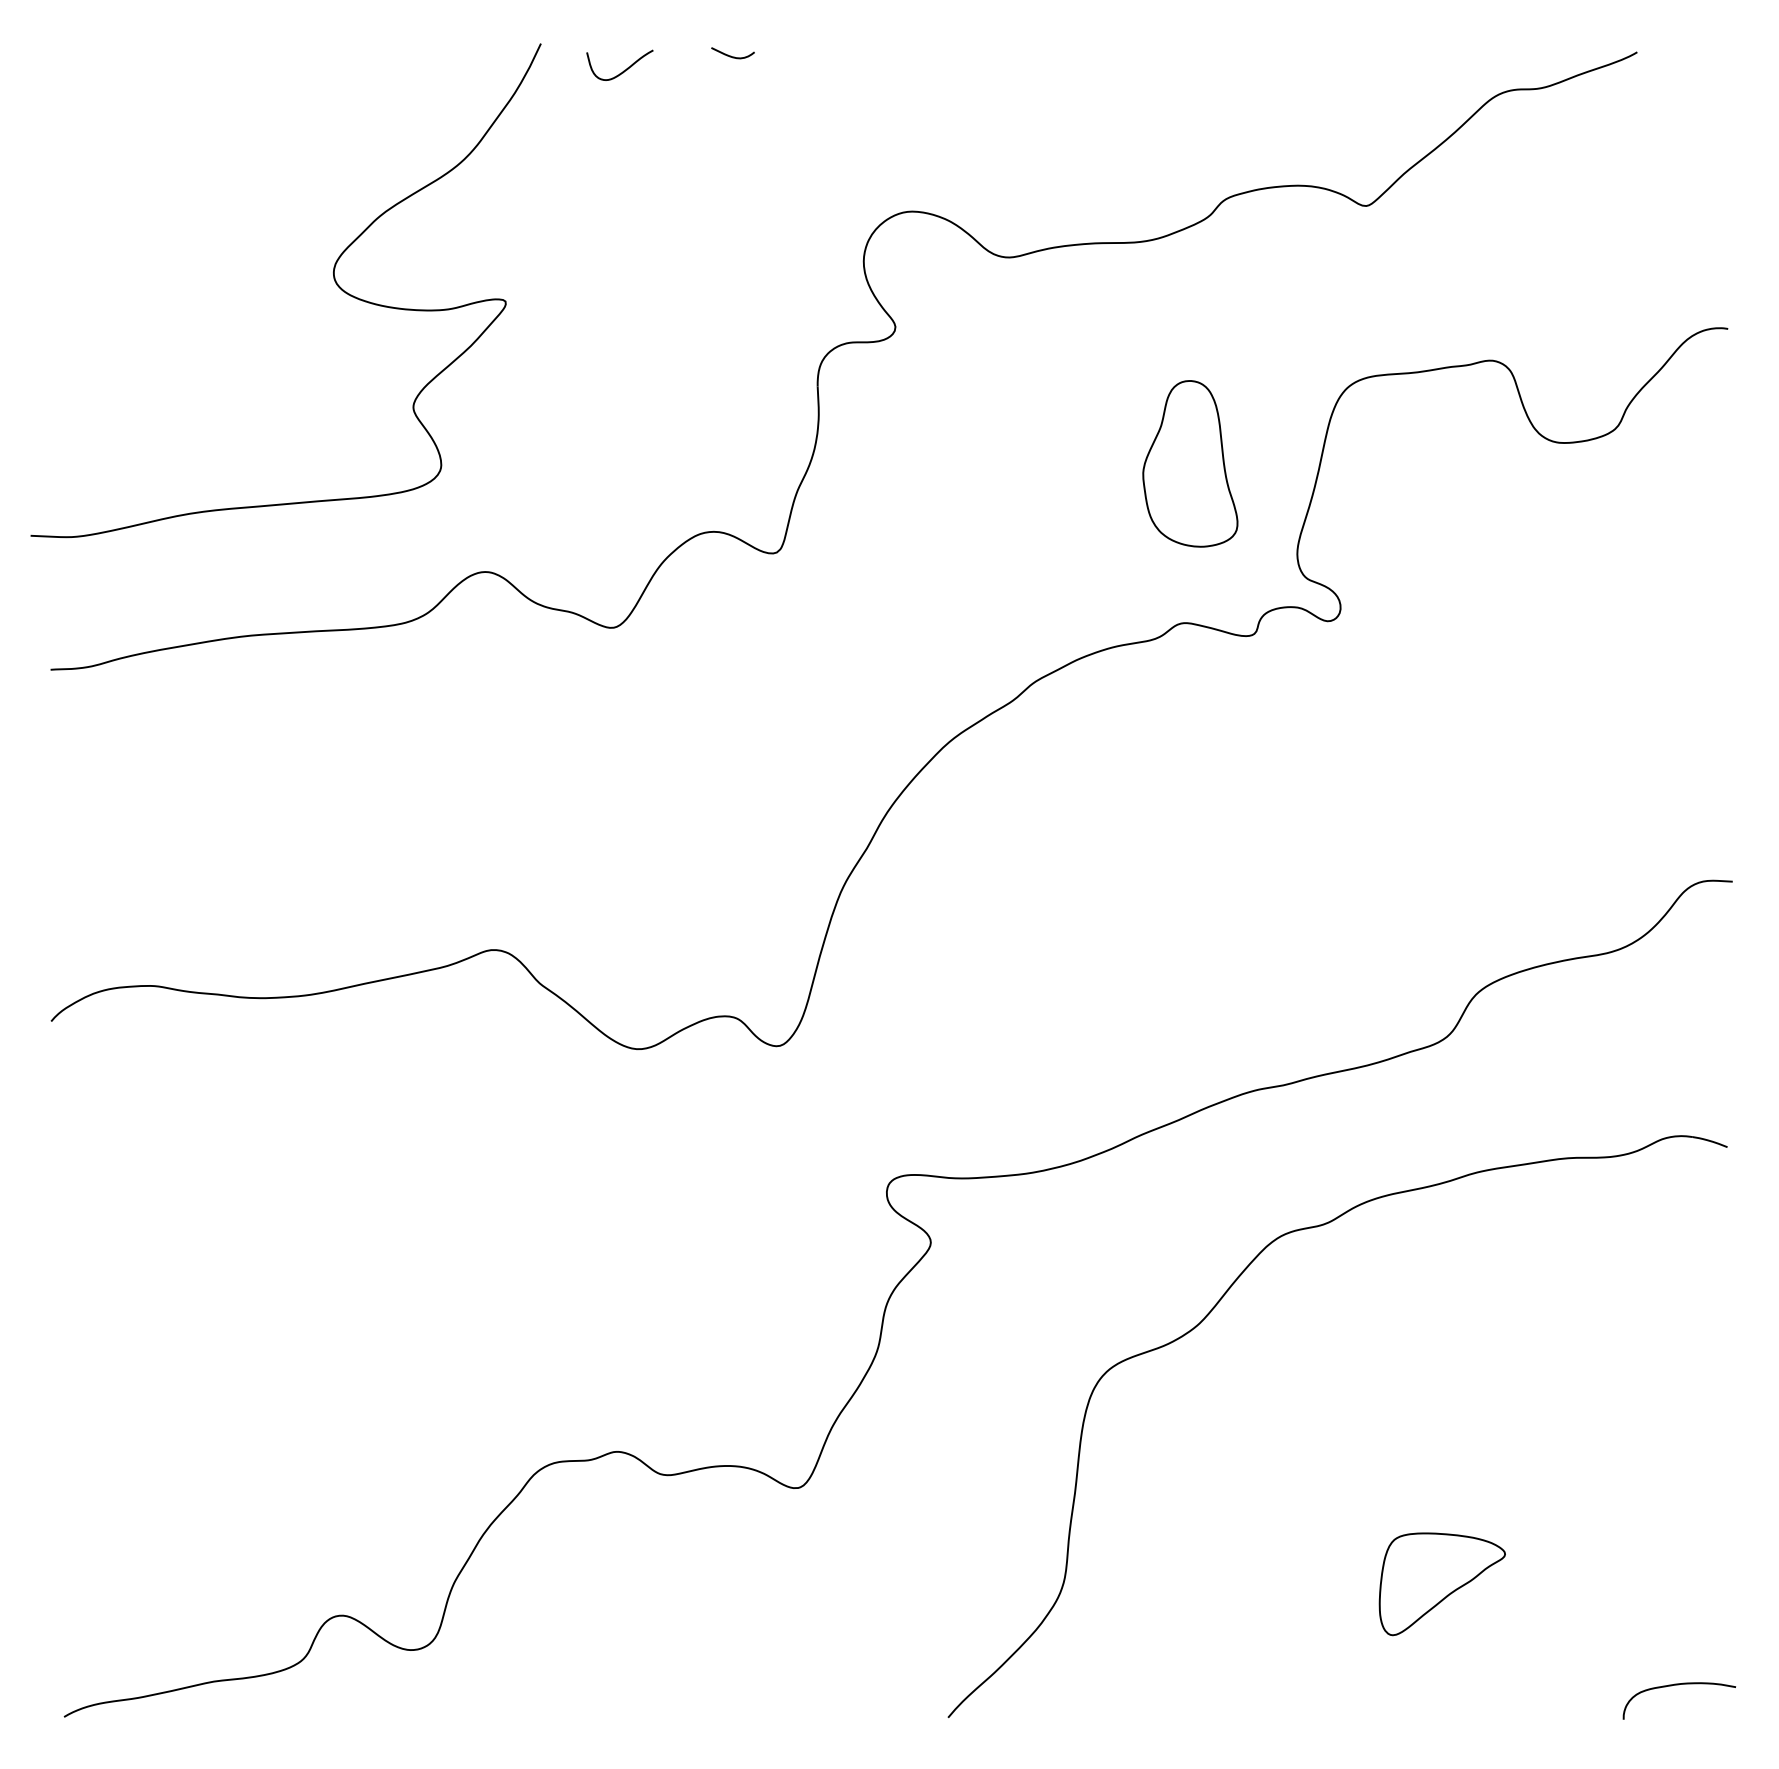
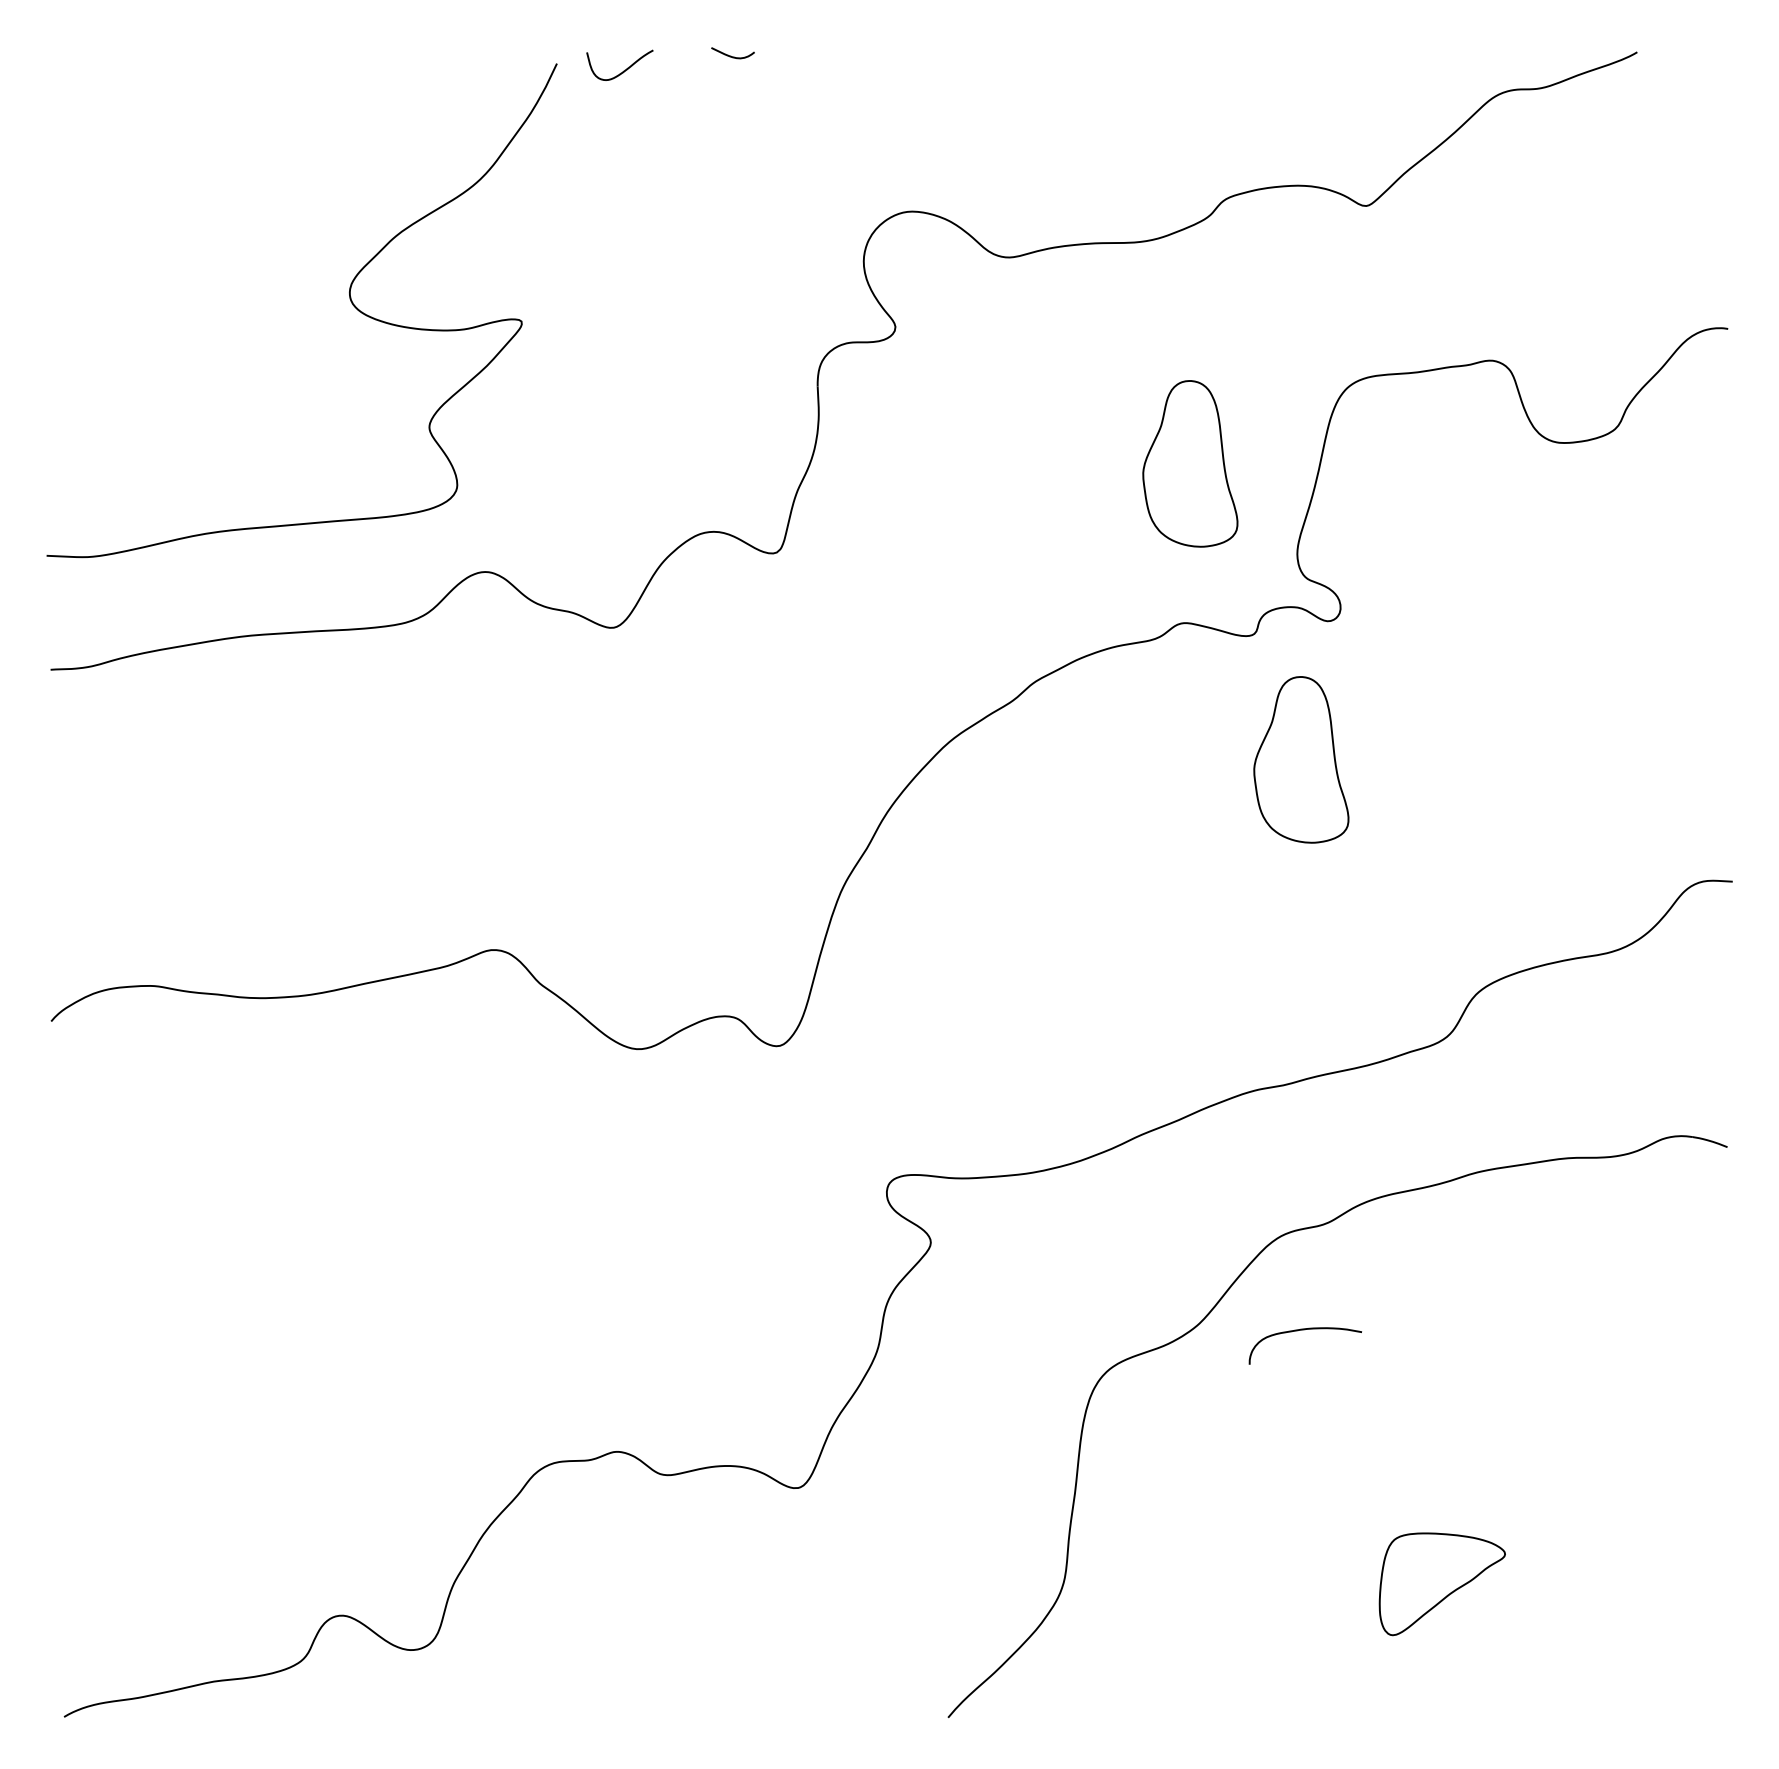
curve at (333, 279) position: (333, 279) -> (349, 299)
part at (1301, 759): none -> present
curve at (1678, 1685) position: (1678, 1685) -> (1304, 1330)
